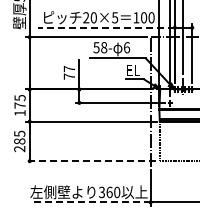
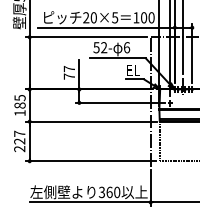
line at (106, 27): dashed -> solid
text at (104, 47): 58- -> 52-
text at (19, 105): 175 -> 185
text at (19, 137): 285 -> 227
line at (90, 161): dashed -> solid
line at (90, 202): dashed -> solid
